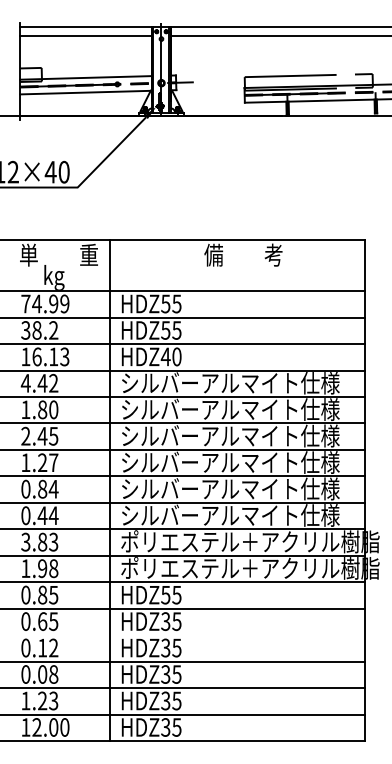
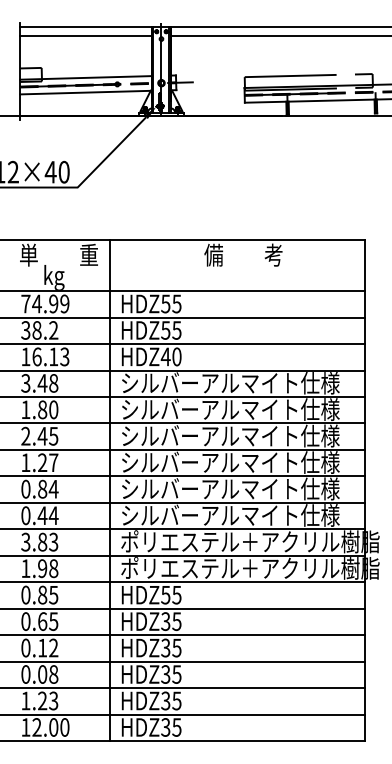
text at (39, 383): 4.42 -> 3.48
line at (183, 635): none -> present
